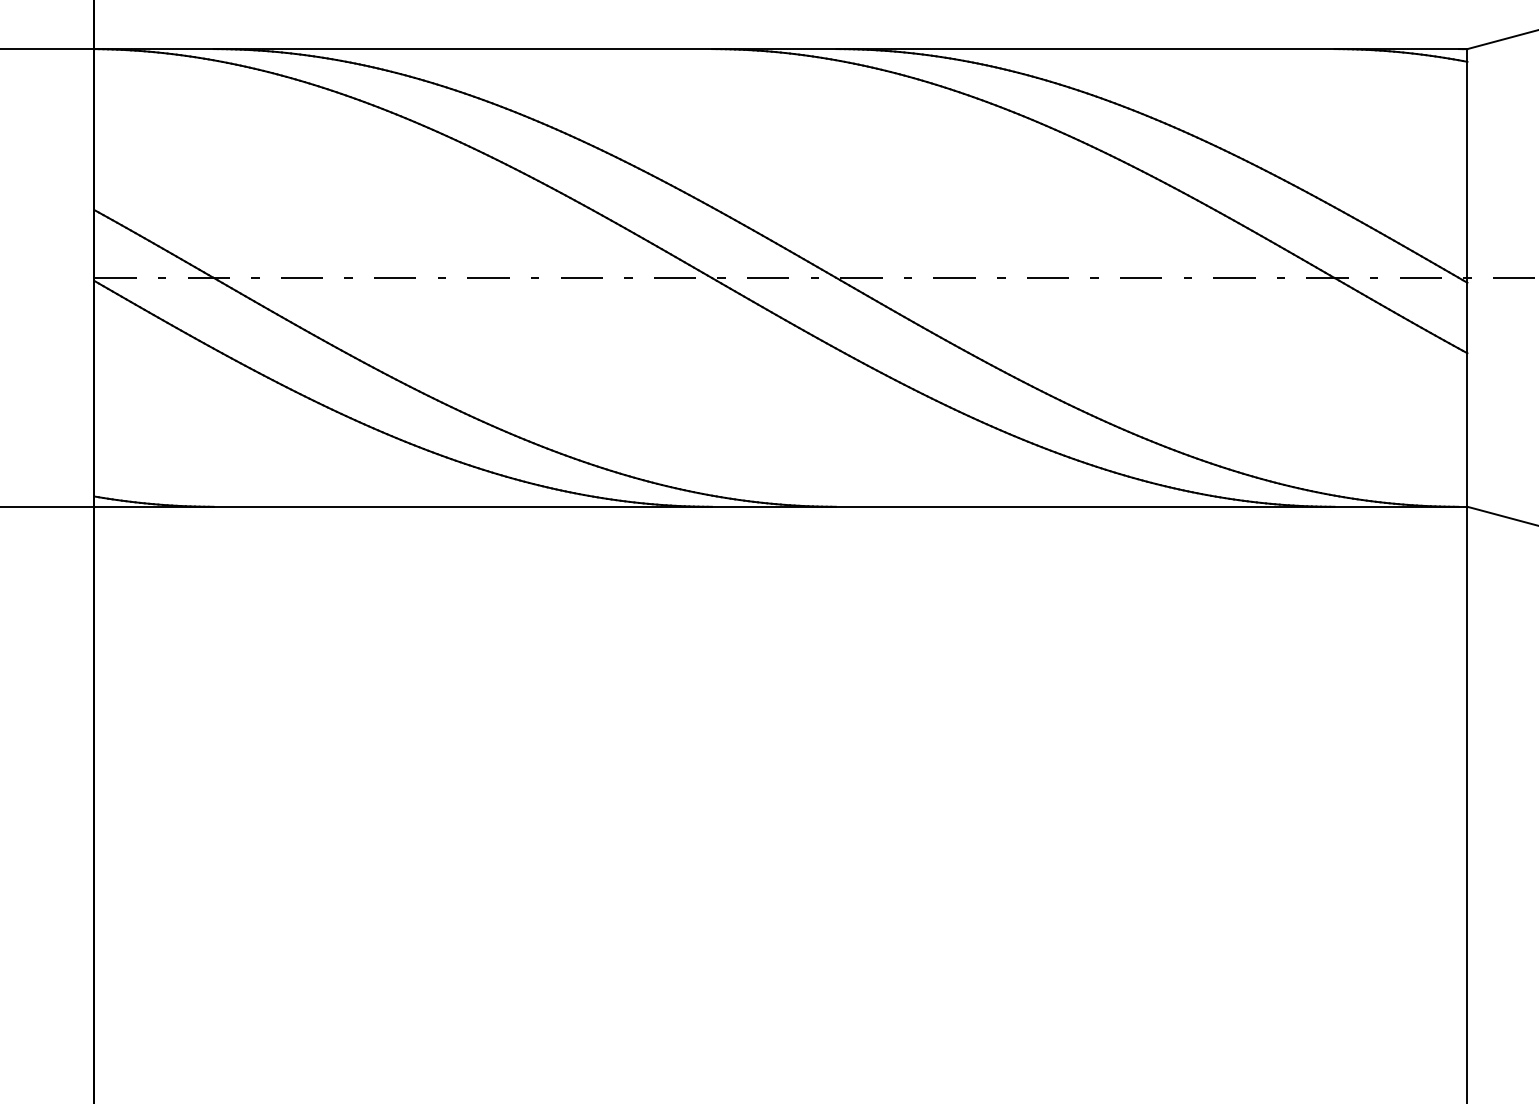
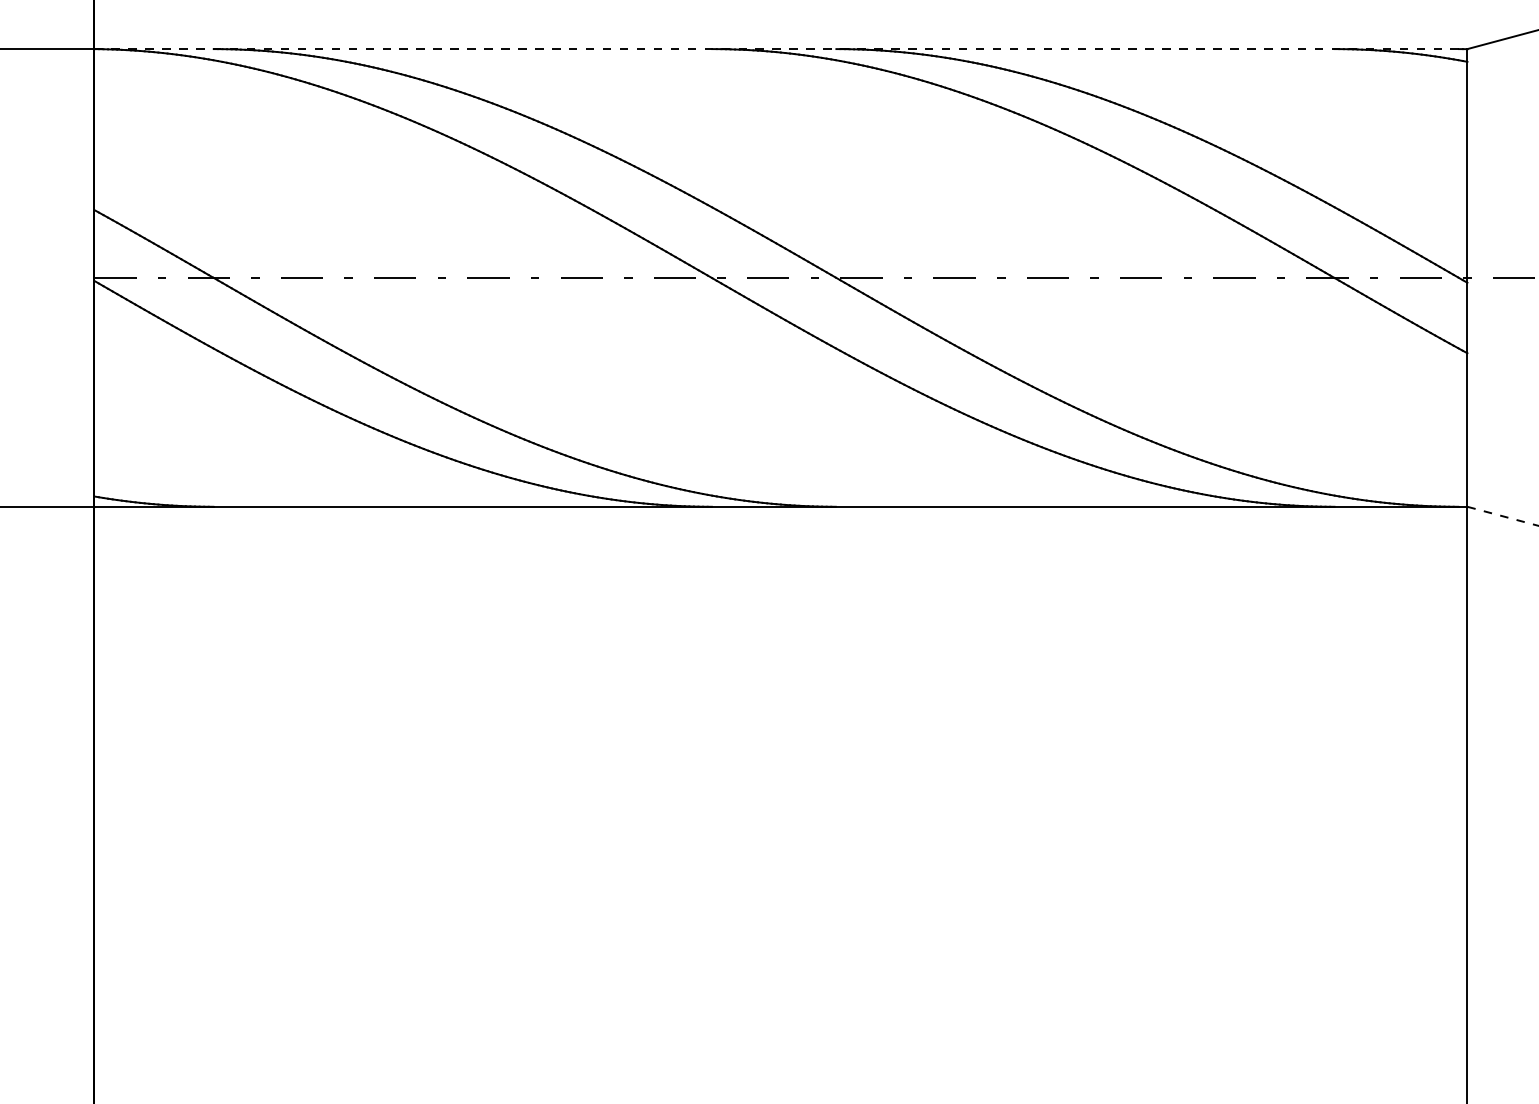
line at (780, 49): solid -> dashed
line at (1503, 516): solid -> dashed
